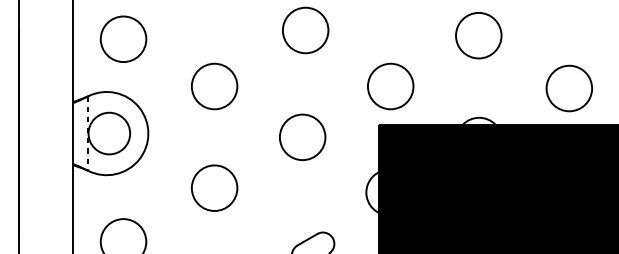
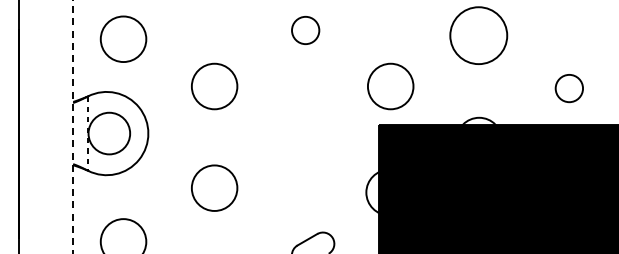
circle at (305, 30) diameter: 46 px -> 27 px
circle at (478, 35) diameter: 46 px -> 57 px
circle at (569, 88) diameter: 46 px -> 27 px
line at (73, 126): solid -> dashed
circle at (302, 136): present -> none
